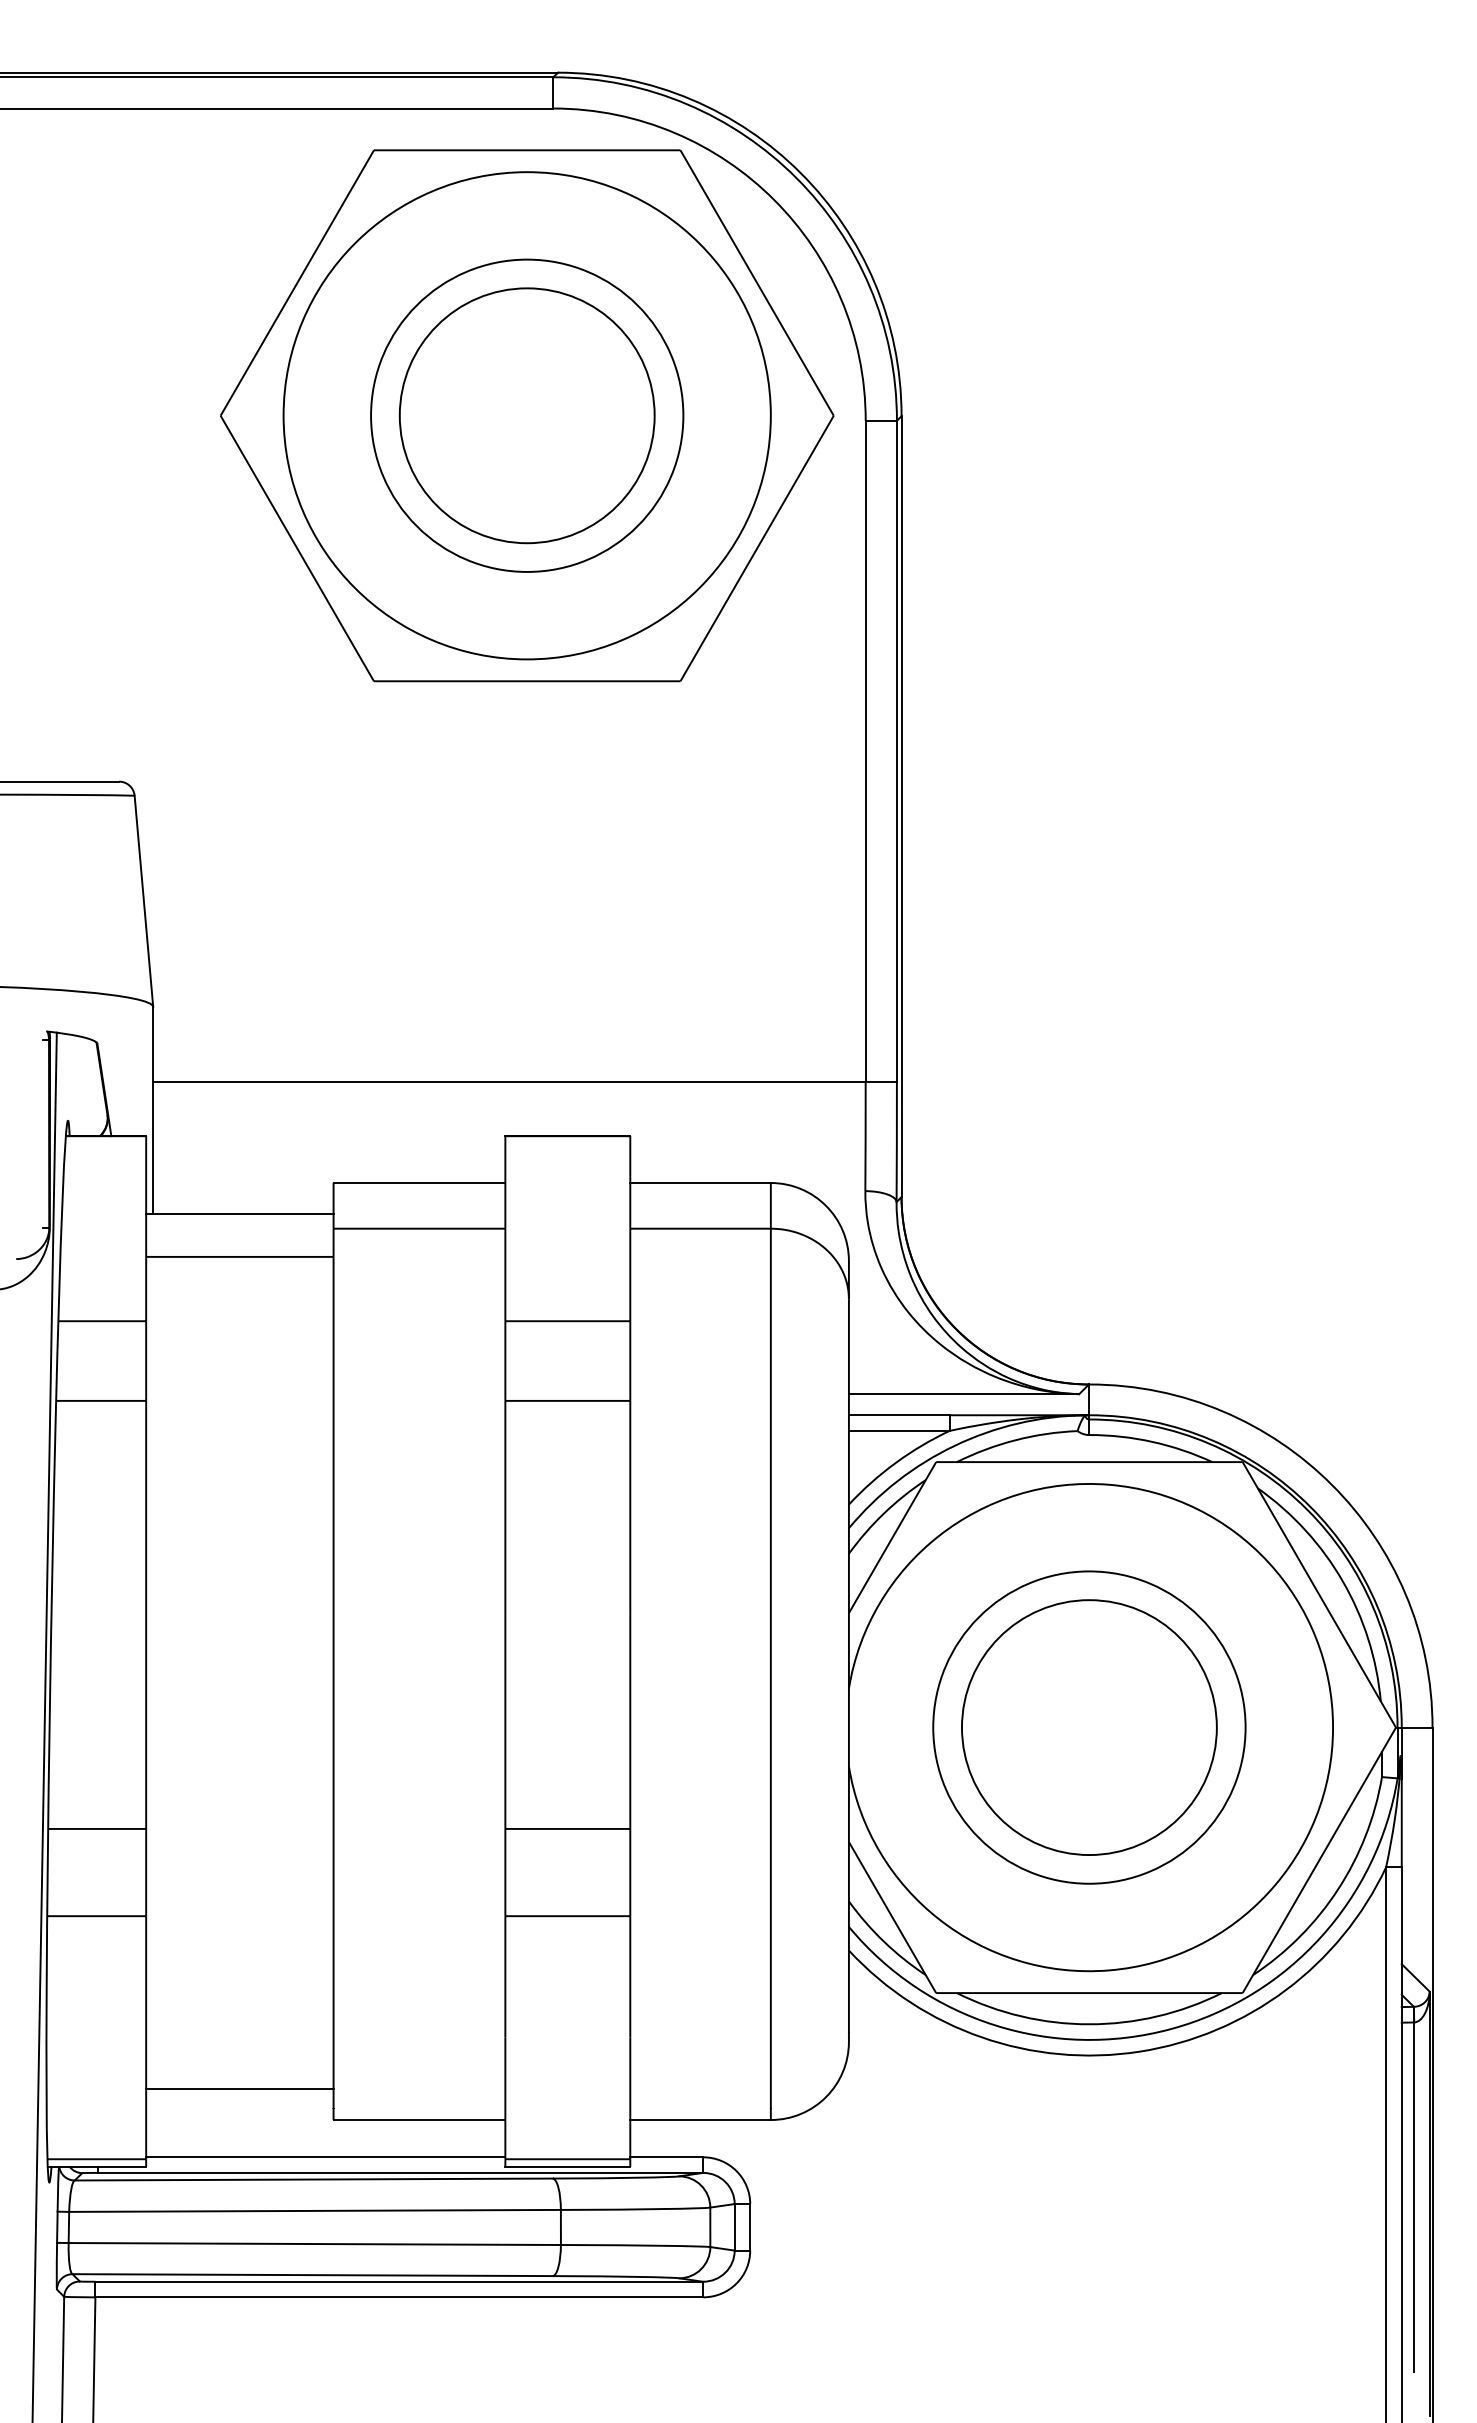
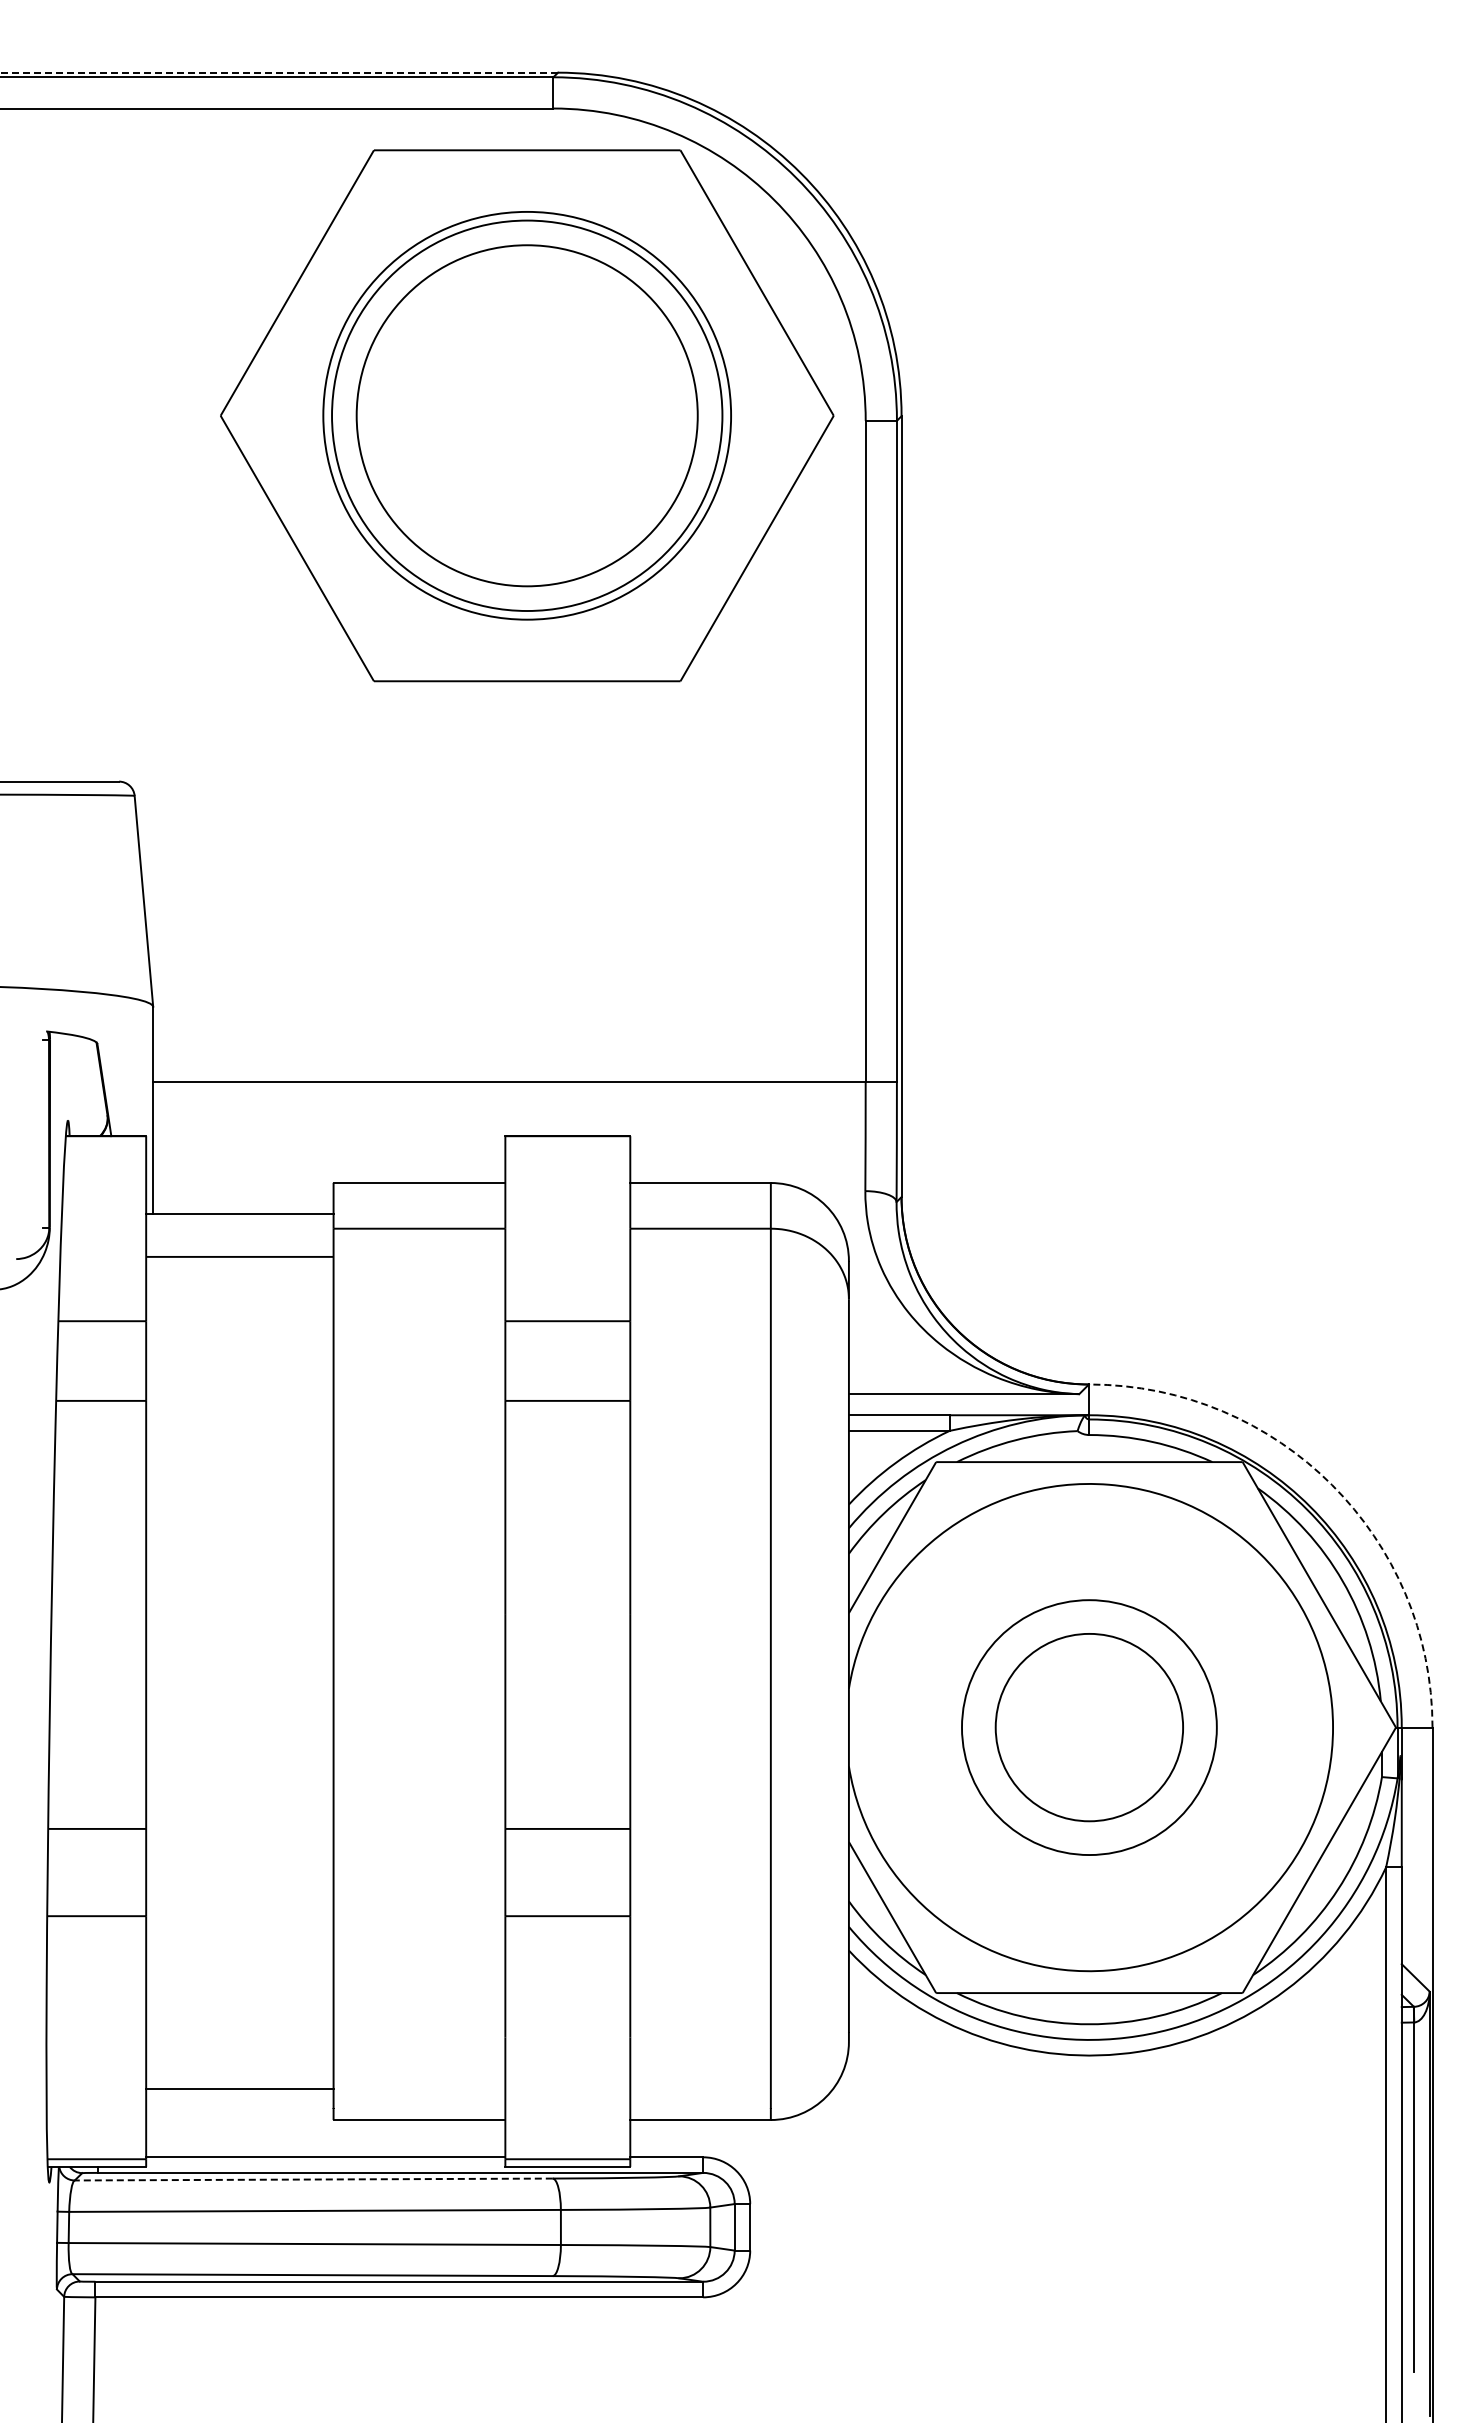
line at (279, 72): solid -> dashed
circle at (526, 415) diameter: 255 px -> 408 px
circle at (526, 415) diameter: 487 px -> 341 px
circle at (527, 415) diameter: 312 px -> 390 px
arc at (1332, 1484): solid -> dashed
line at (44, 1725): present -> none
circle at (1089, 1727) diameter: 312 px -> 187 px
line at (313, 2179): solid -> dashed
